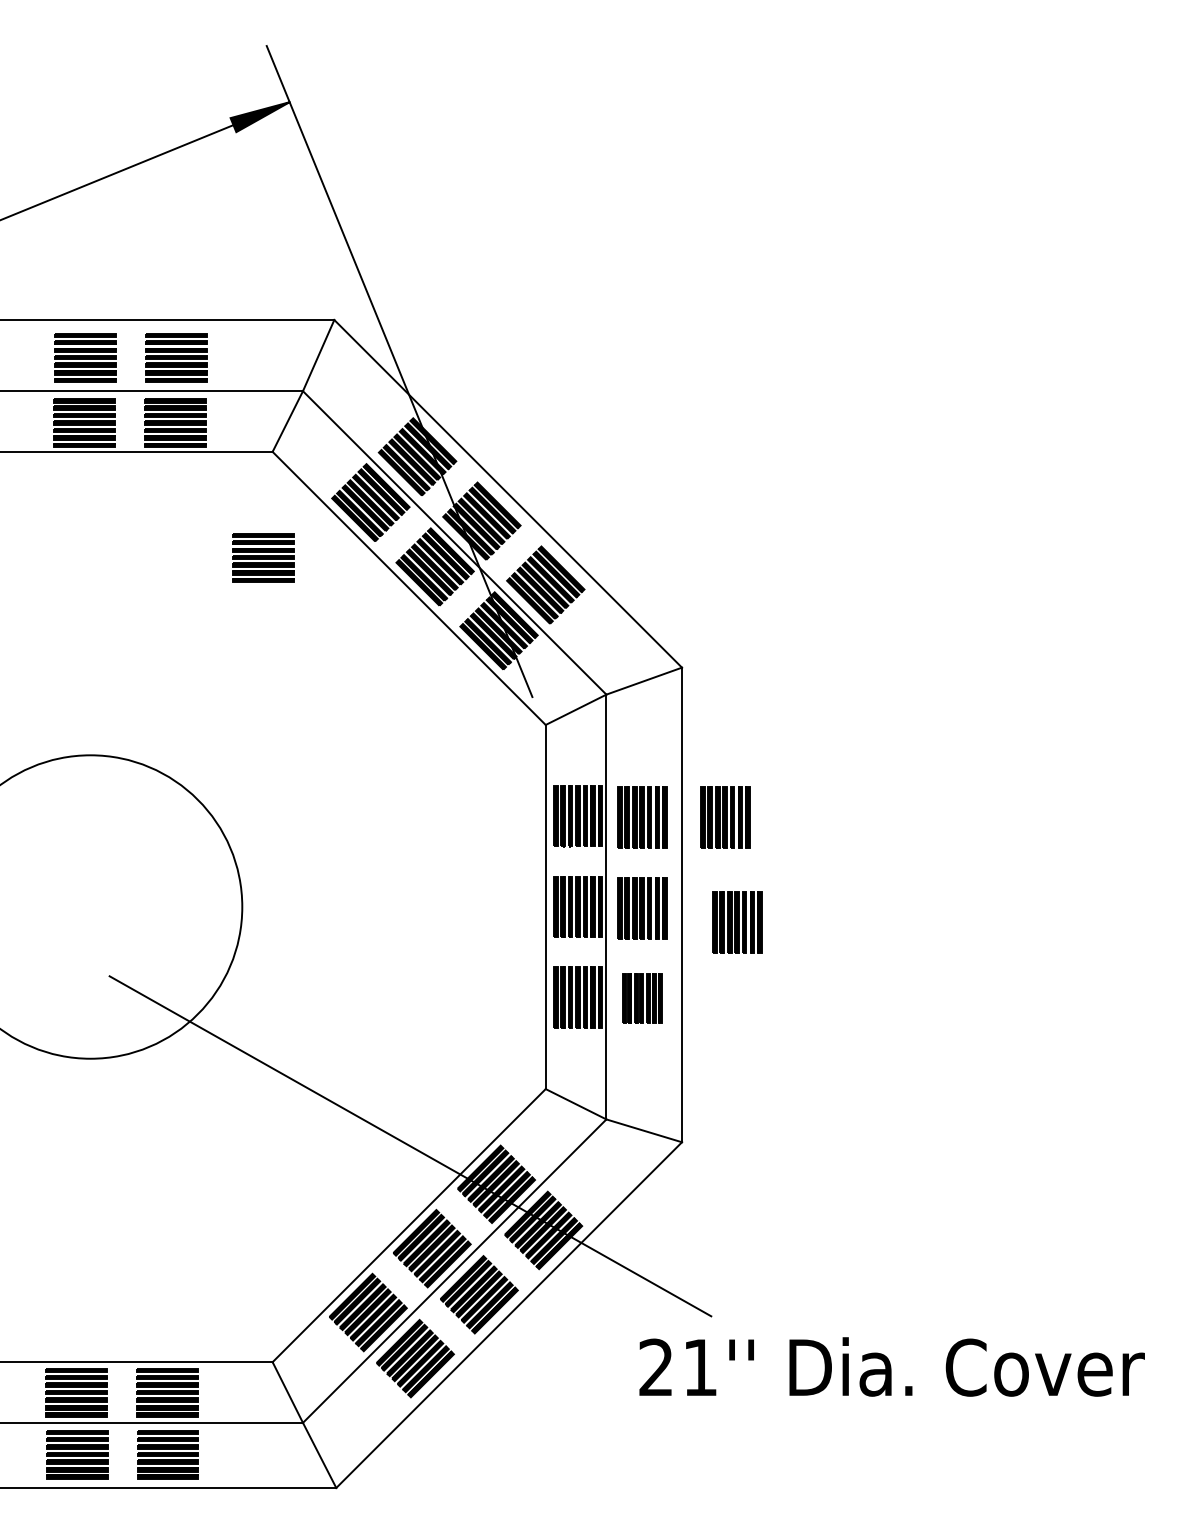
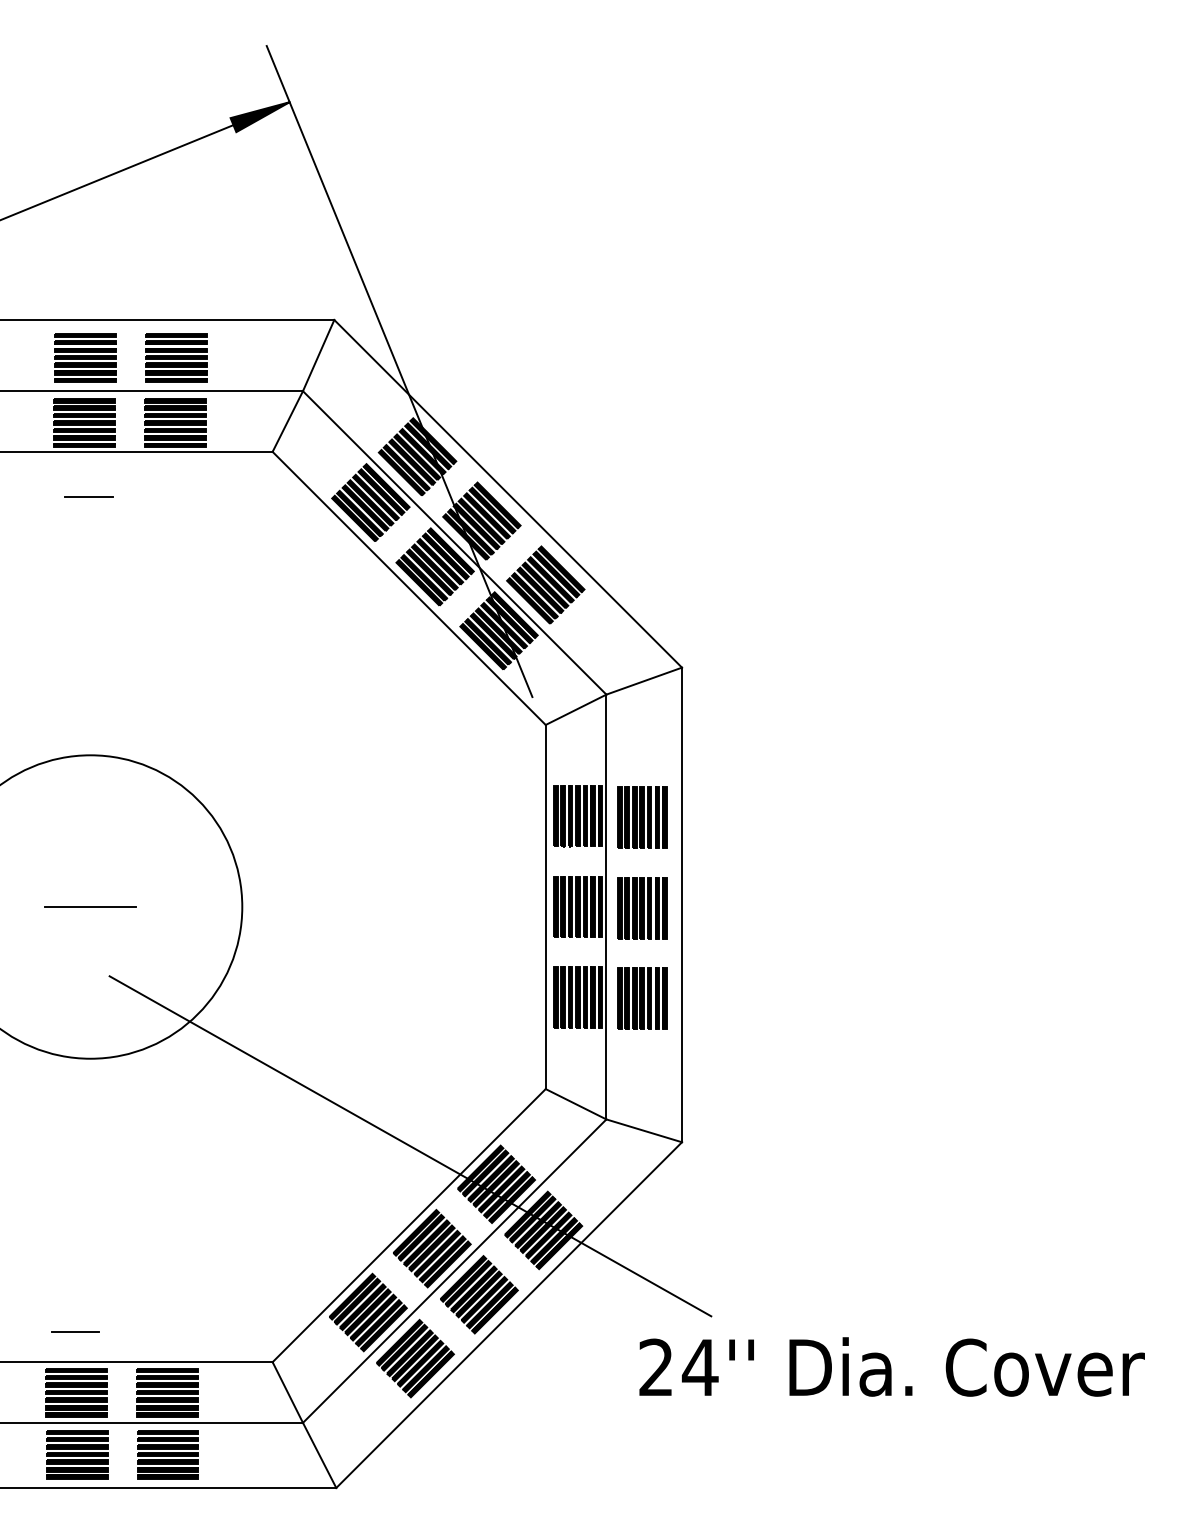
line at (88, 497): none -> present
part at (263, 557): present -> none
part at (725, 817): present -> none
line at (90, 907): none -> present
part at (737, 922): present -> none
part at (642, 998) size: 41x51 px -> 51x63 px
line at (74, 1332): none -> present
text at (699, 1367): 21'' -> 24''
